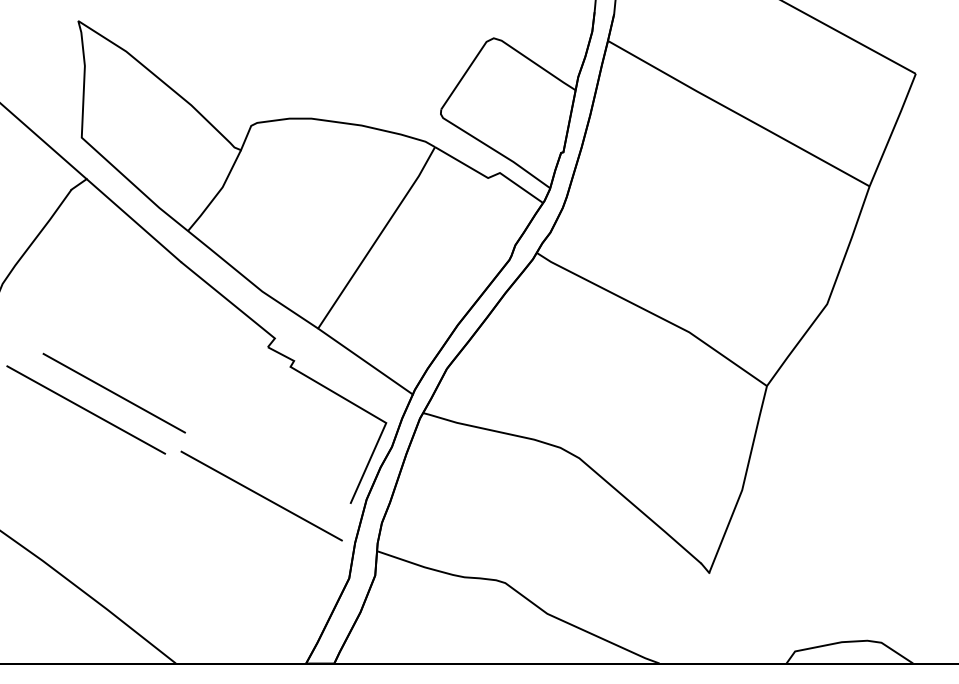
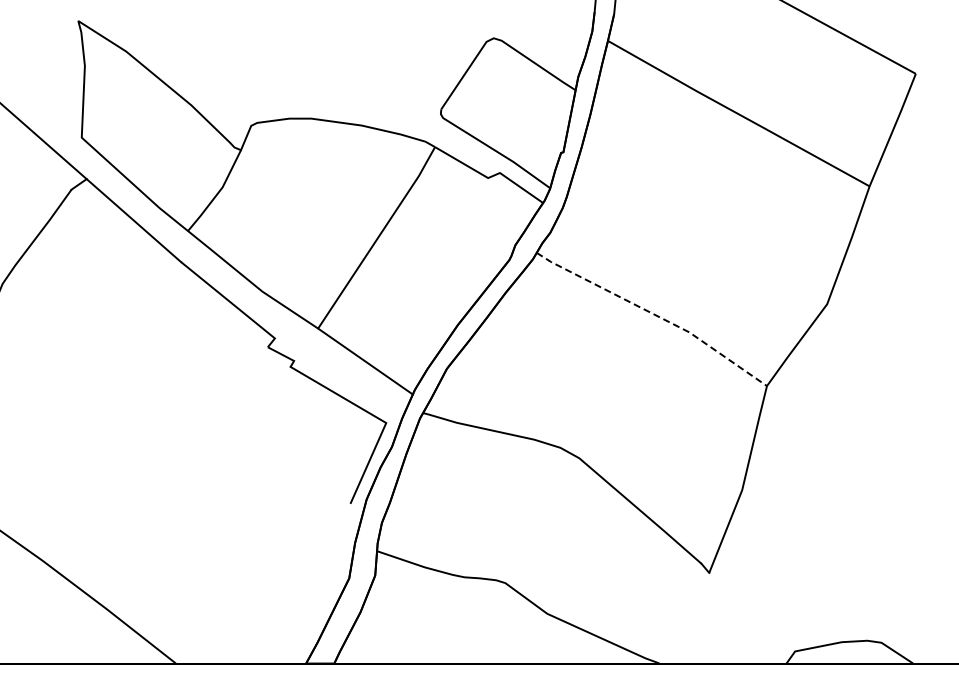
line at (654, 314): solid -> dashed
line at (113, 392): present -> none
line at (86, 409): present -> none
line at (261, 495): present -> none
